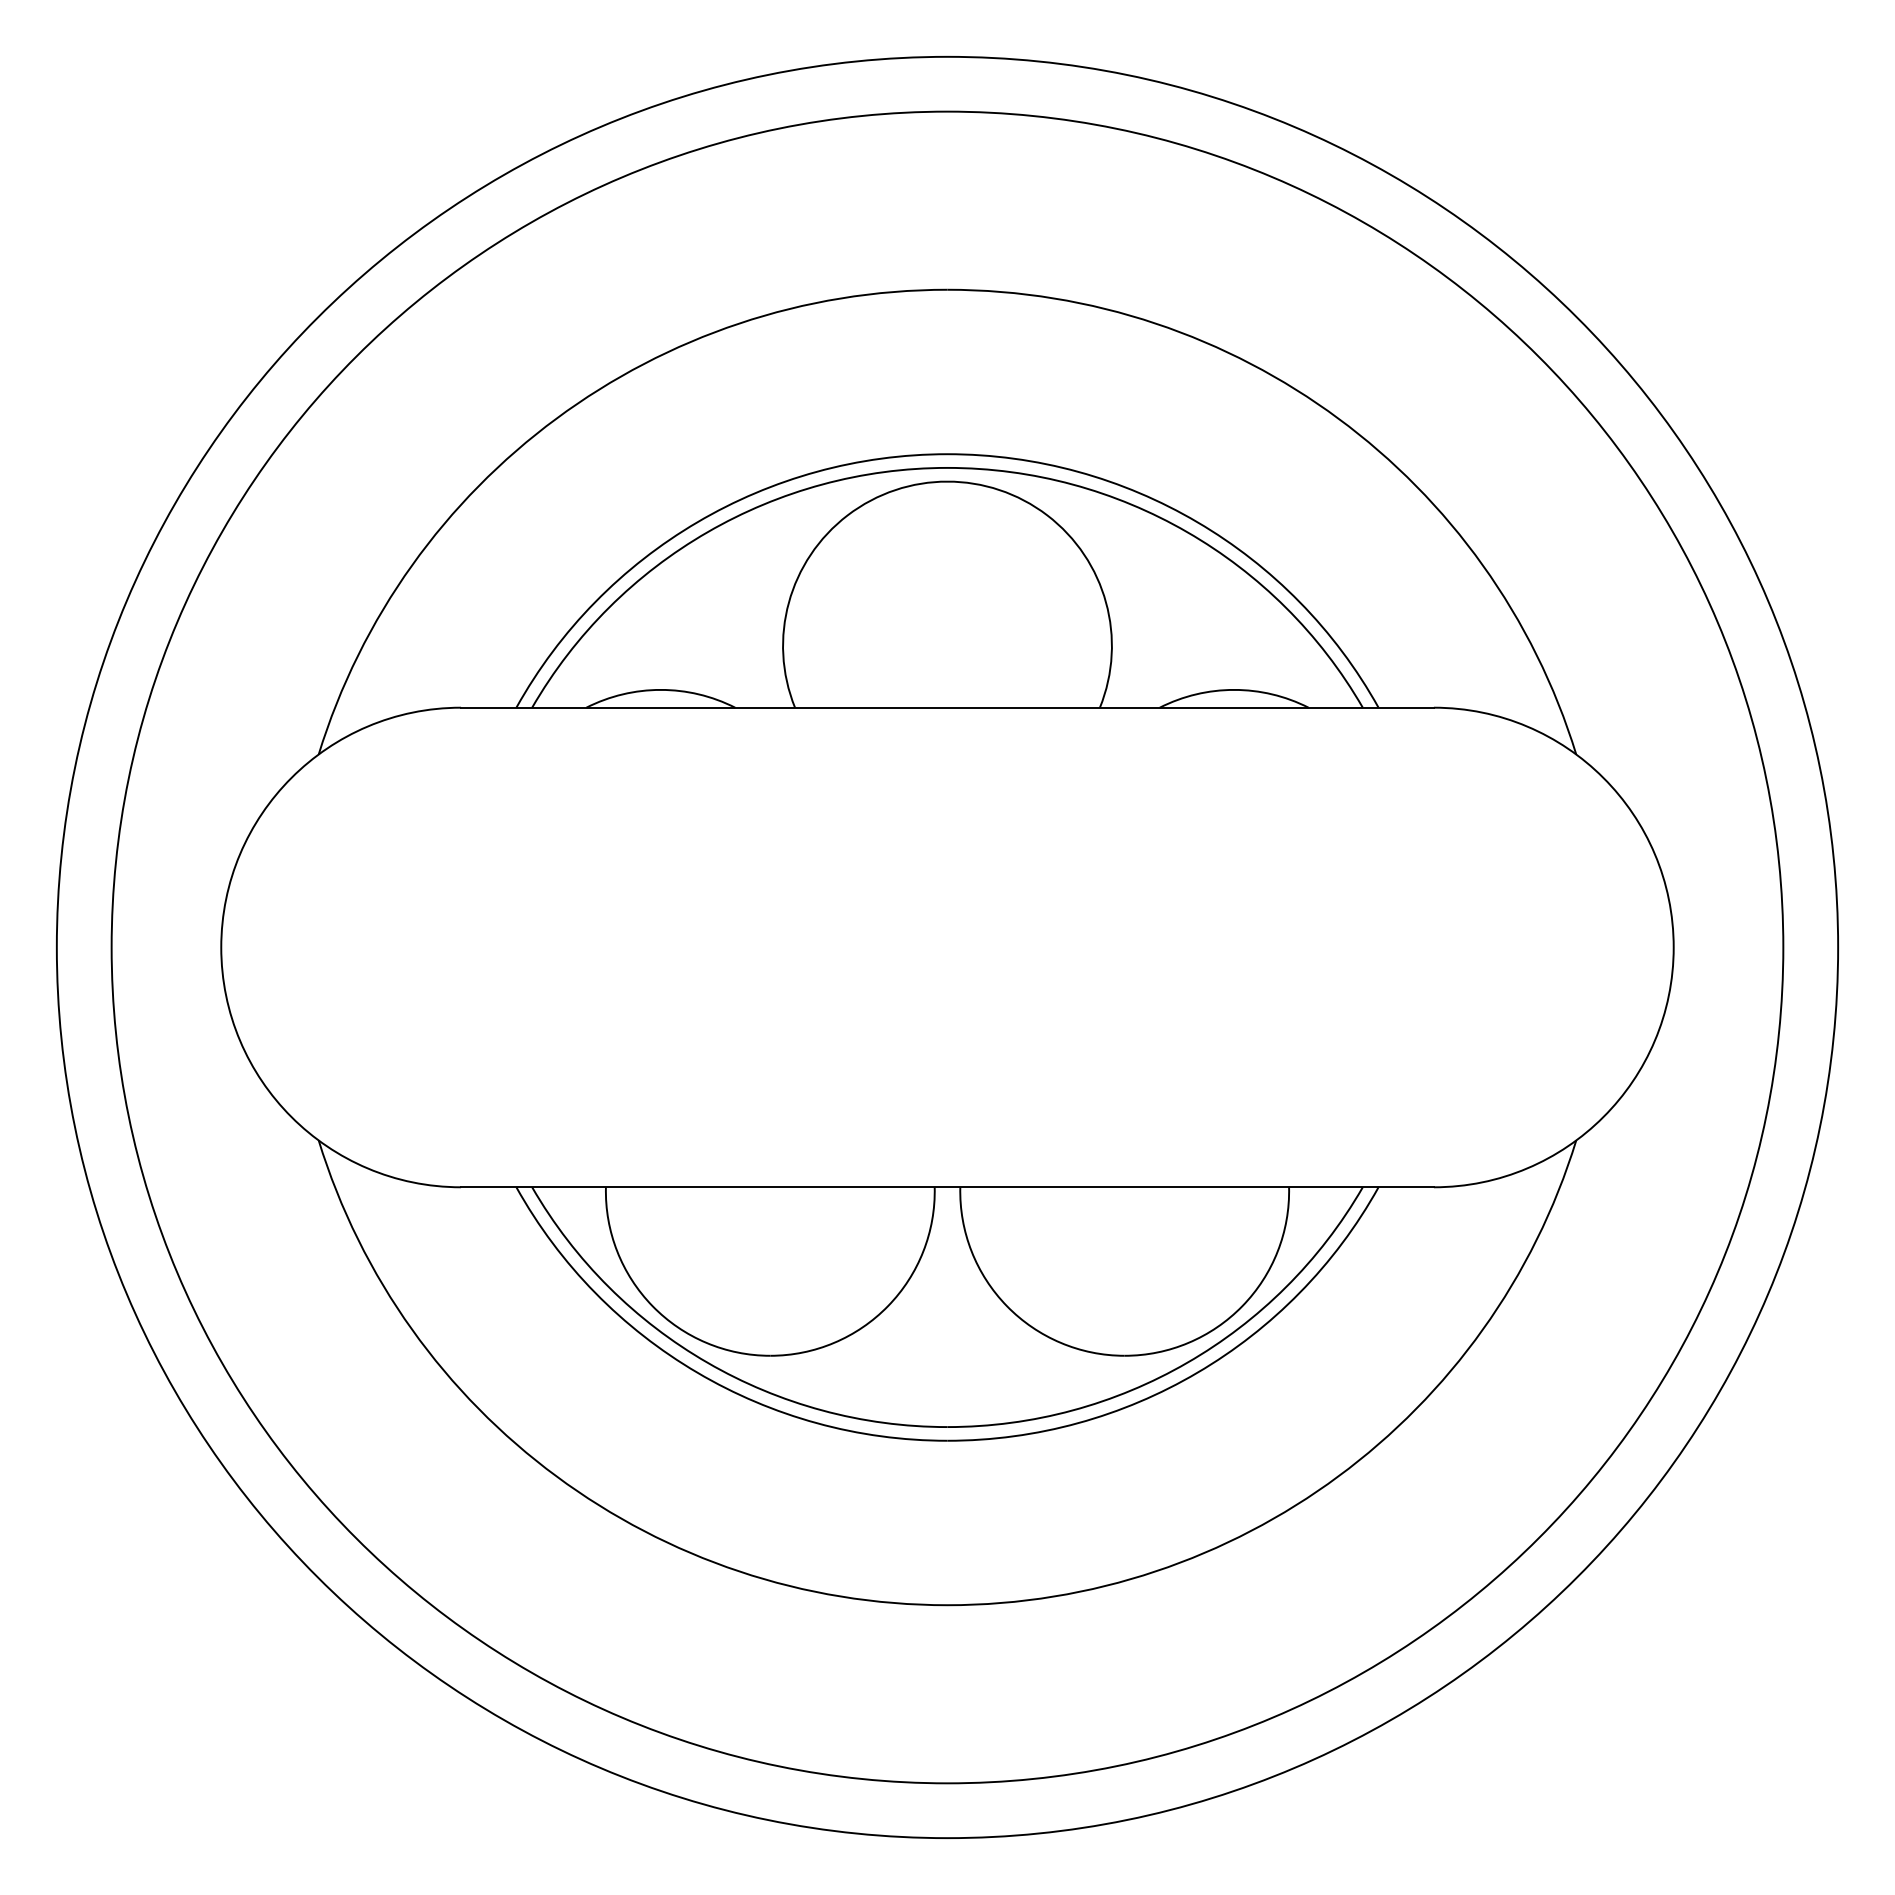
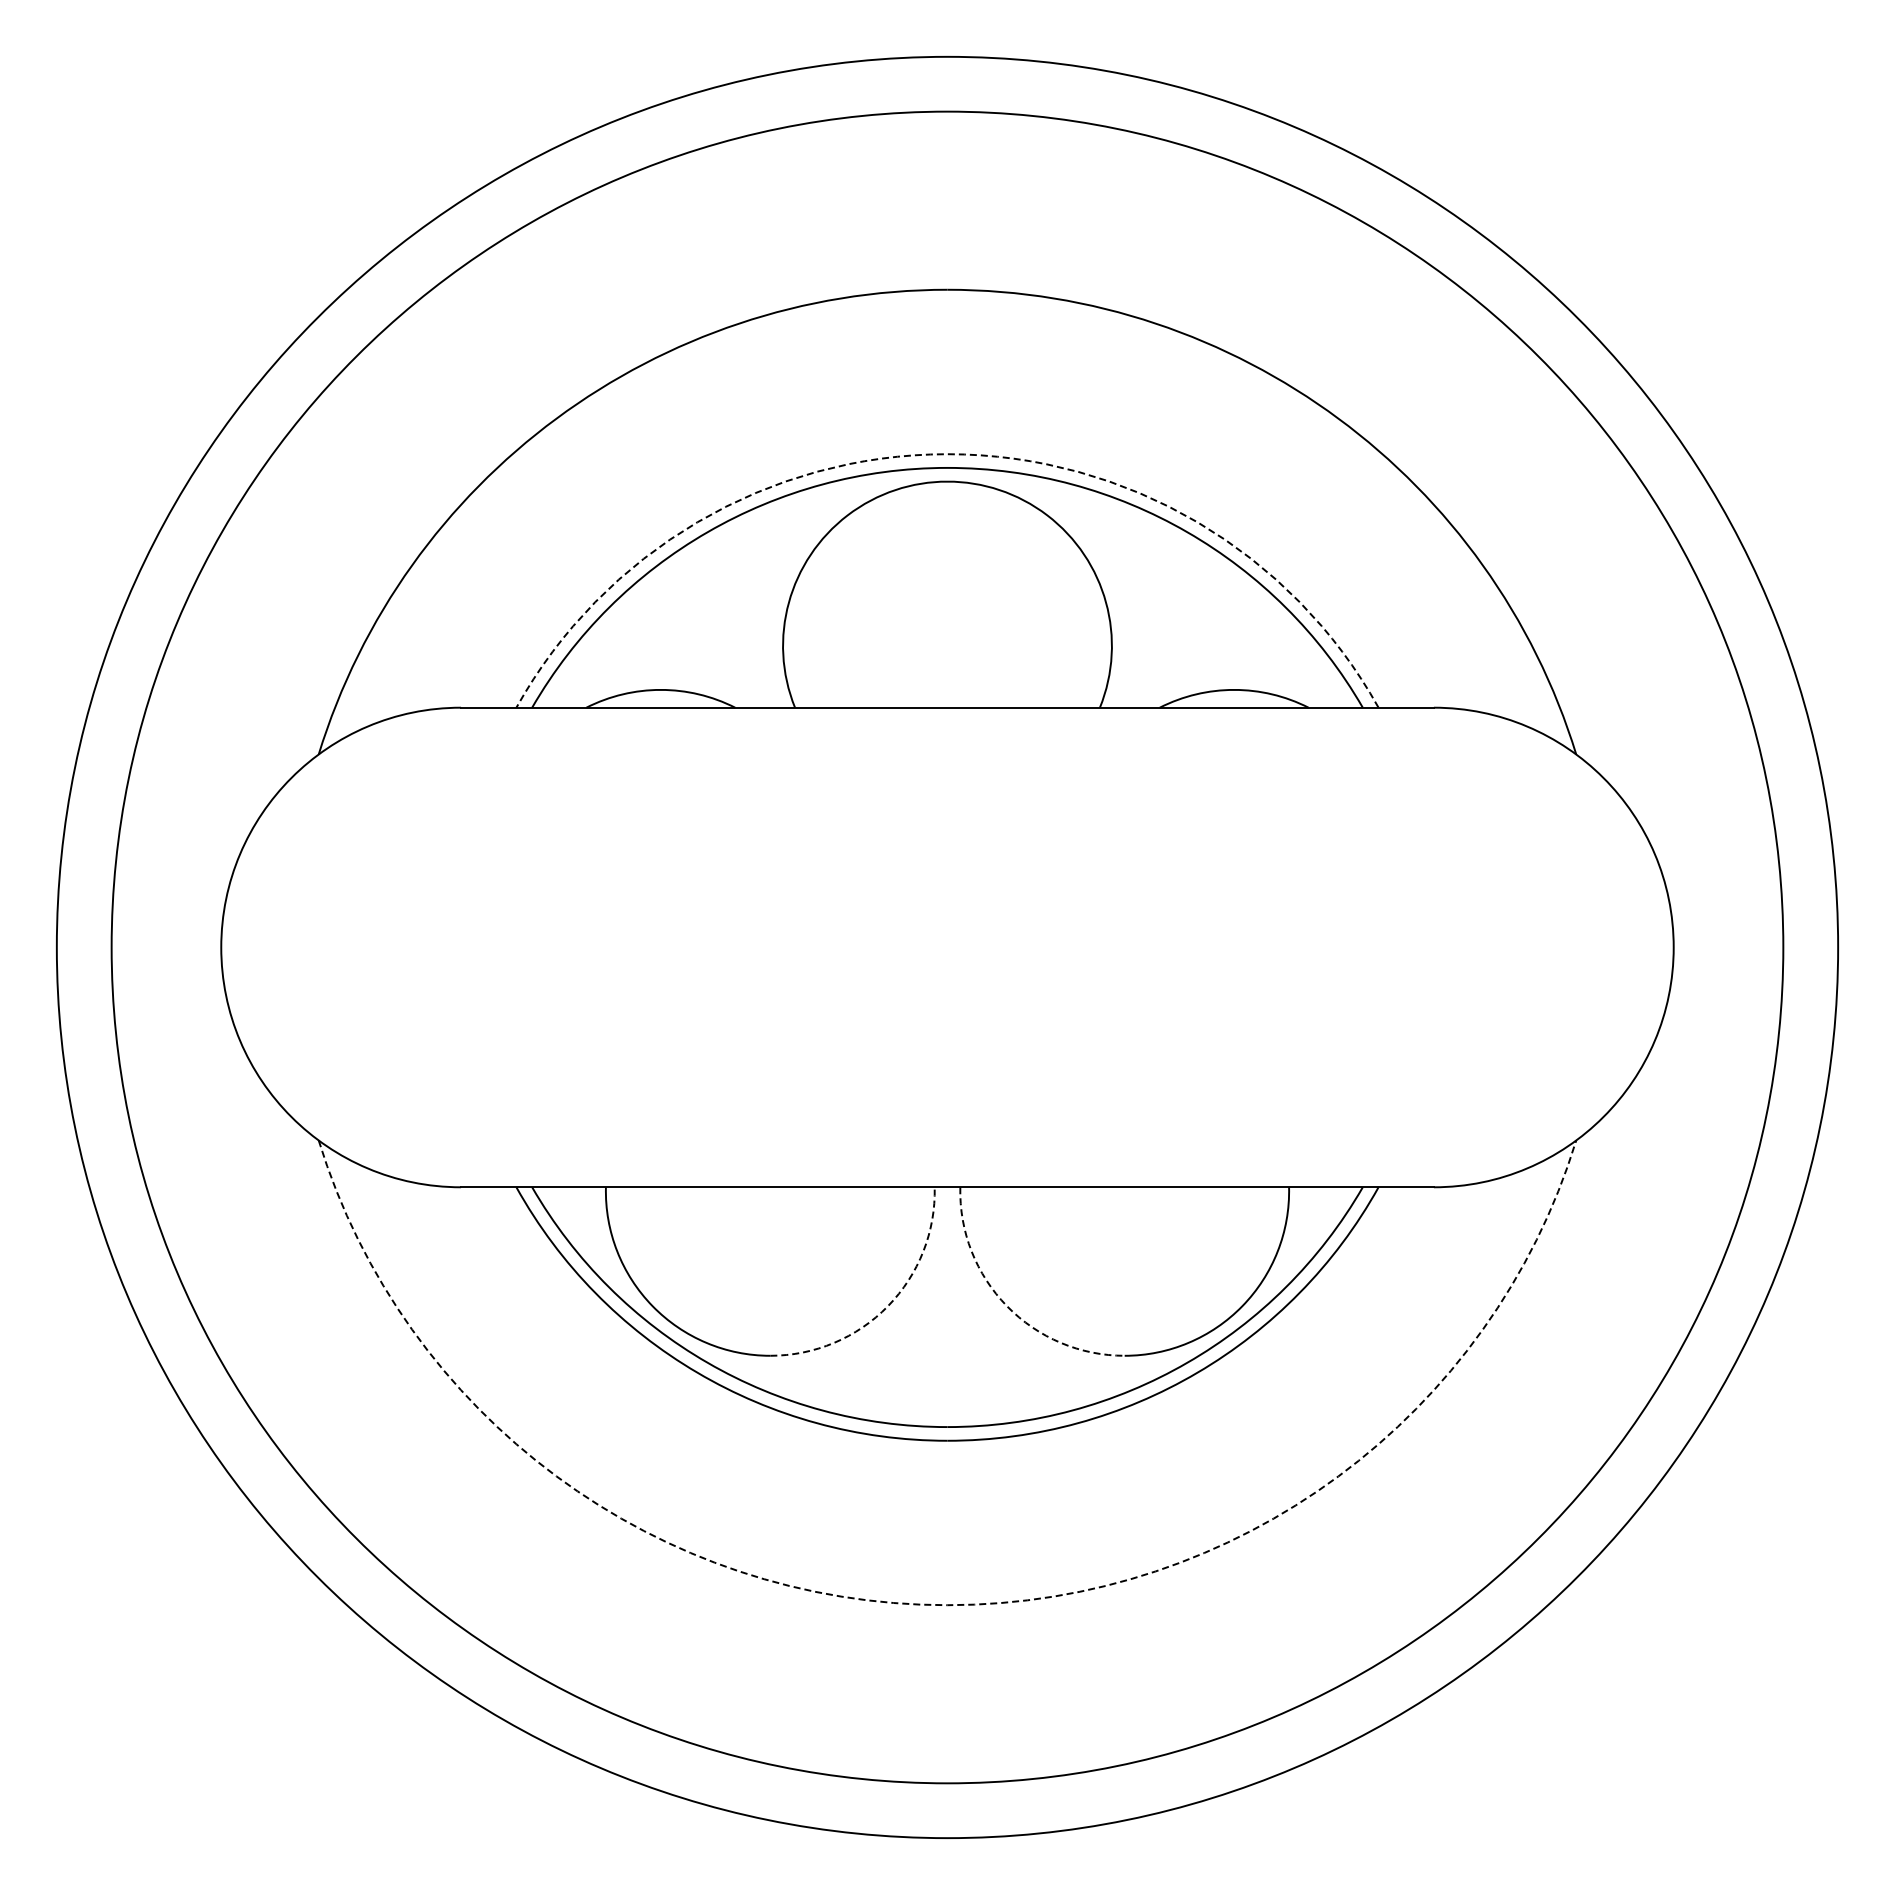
arc at (947, 454): solid -> dashed
arc at (888, 1306): solid -> dashed
arc at (1006, 1306): solid -> dashed
arc at (947, 1605): solid -> dashed
